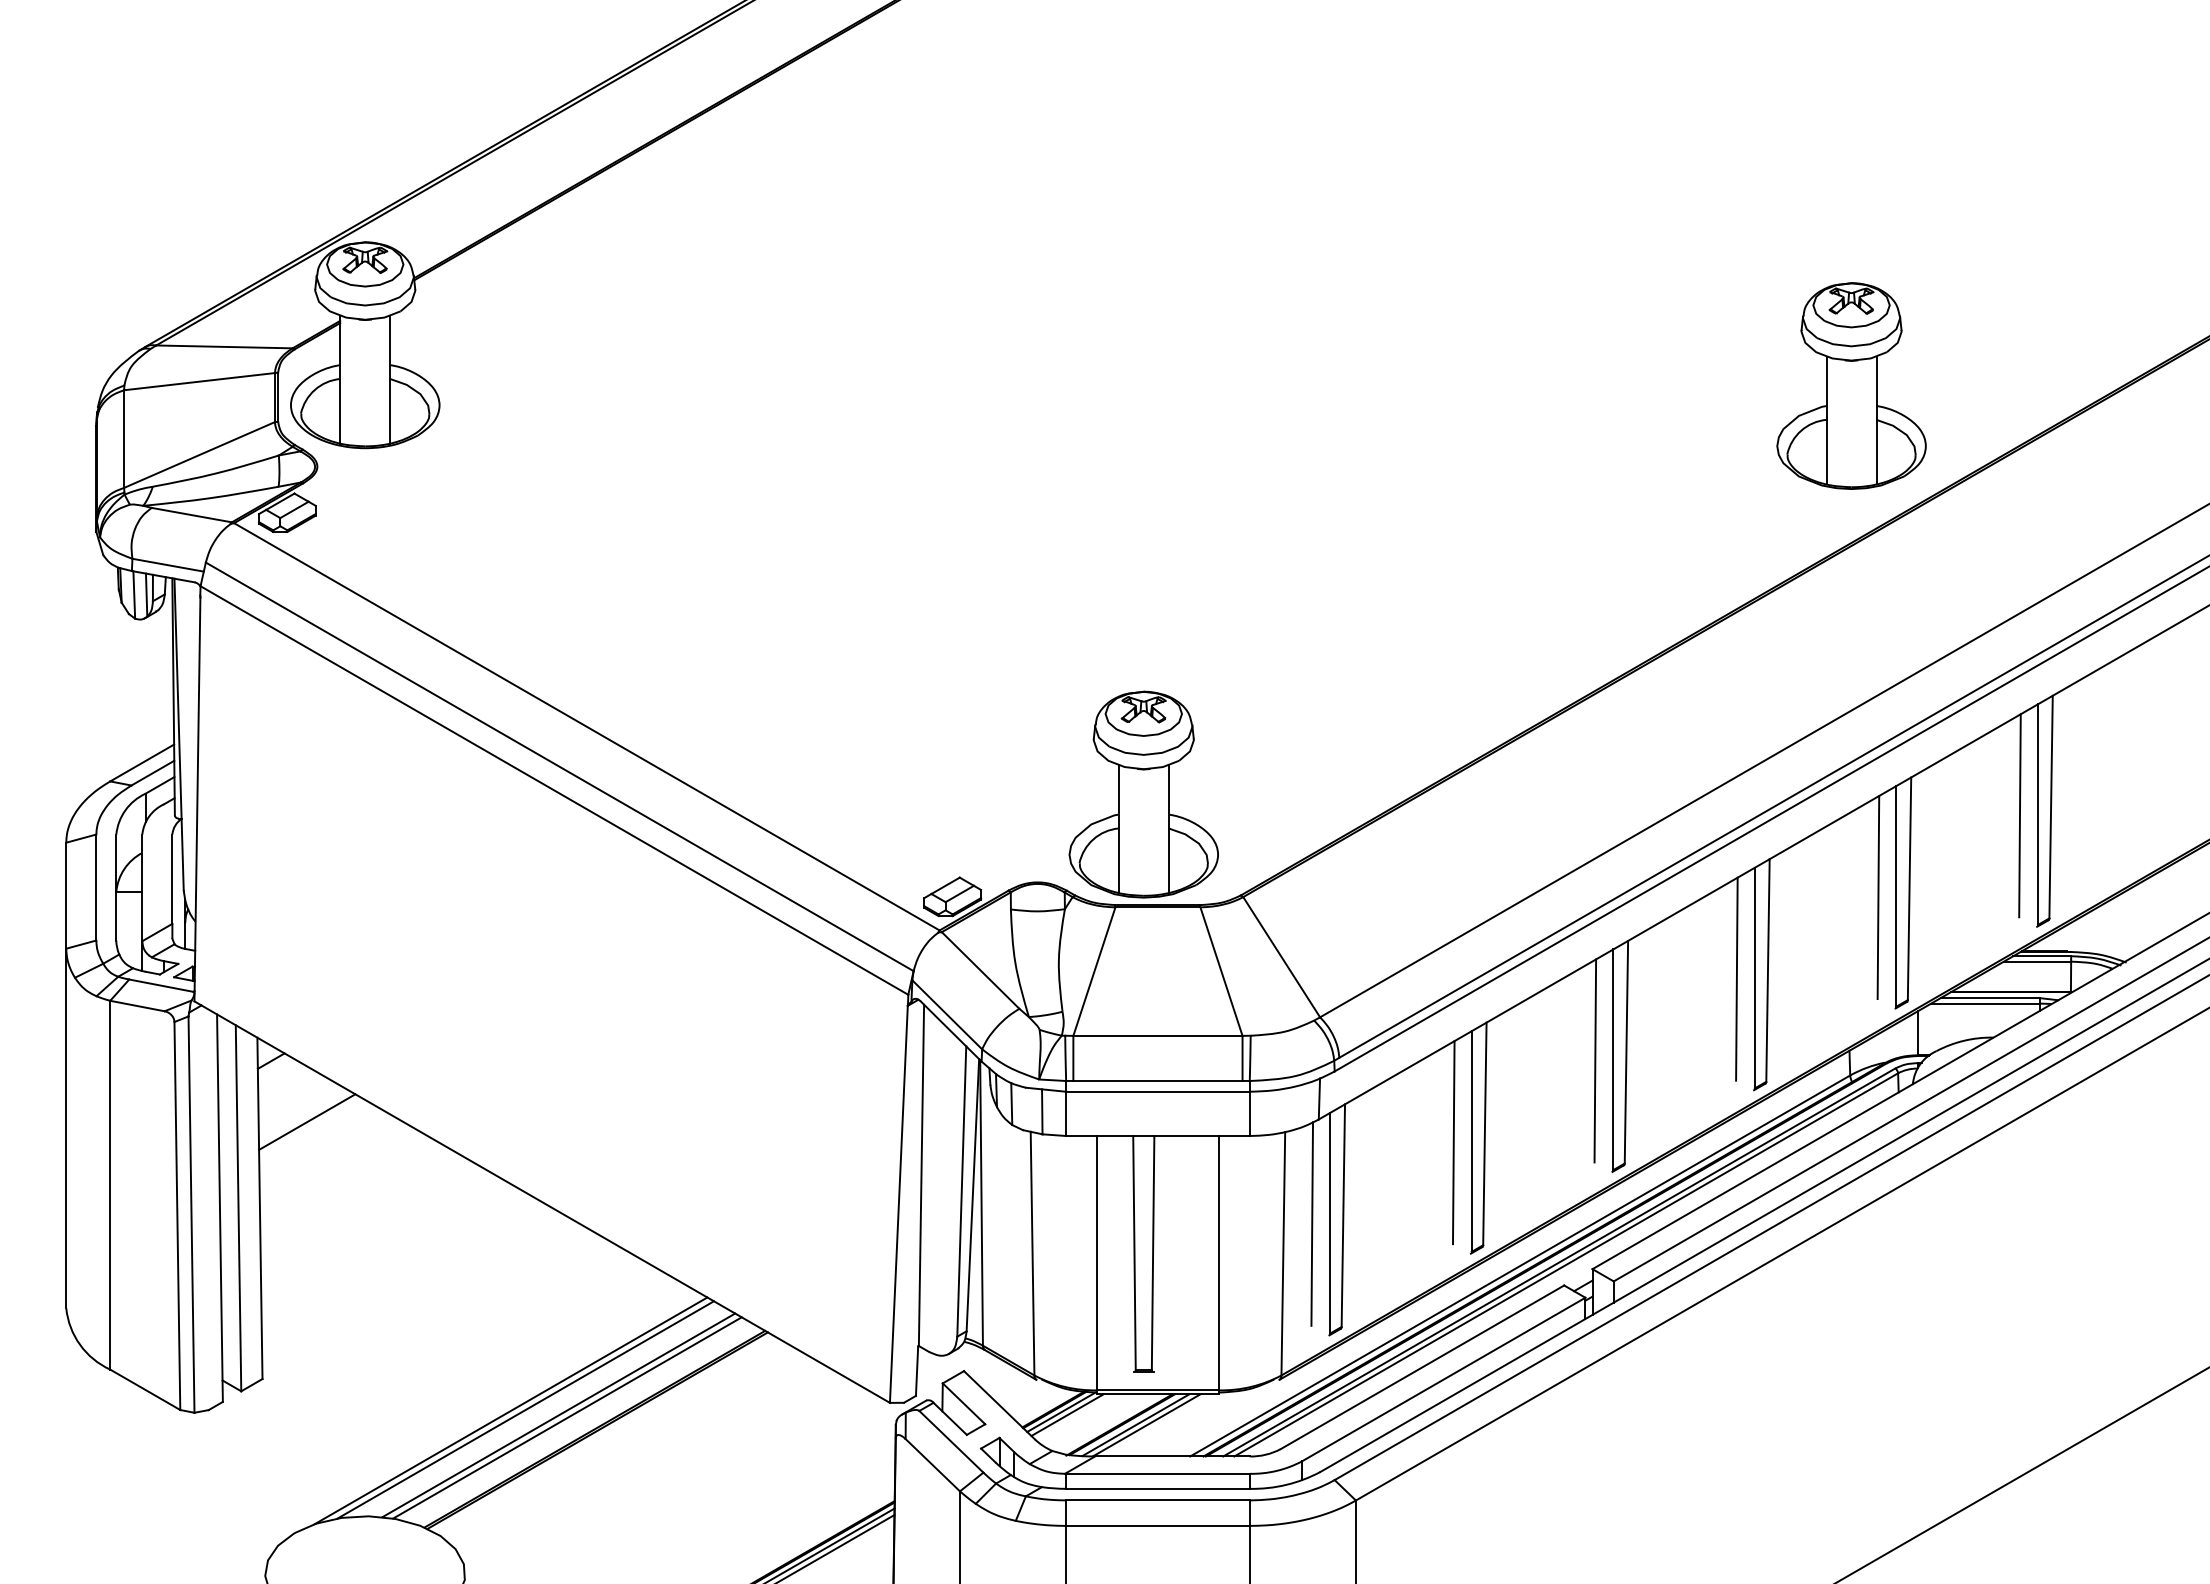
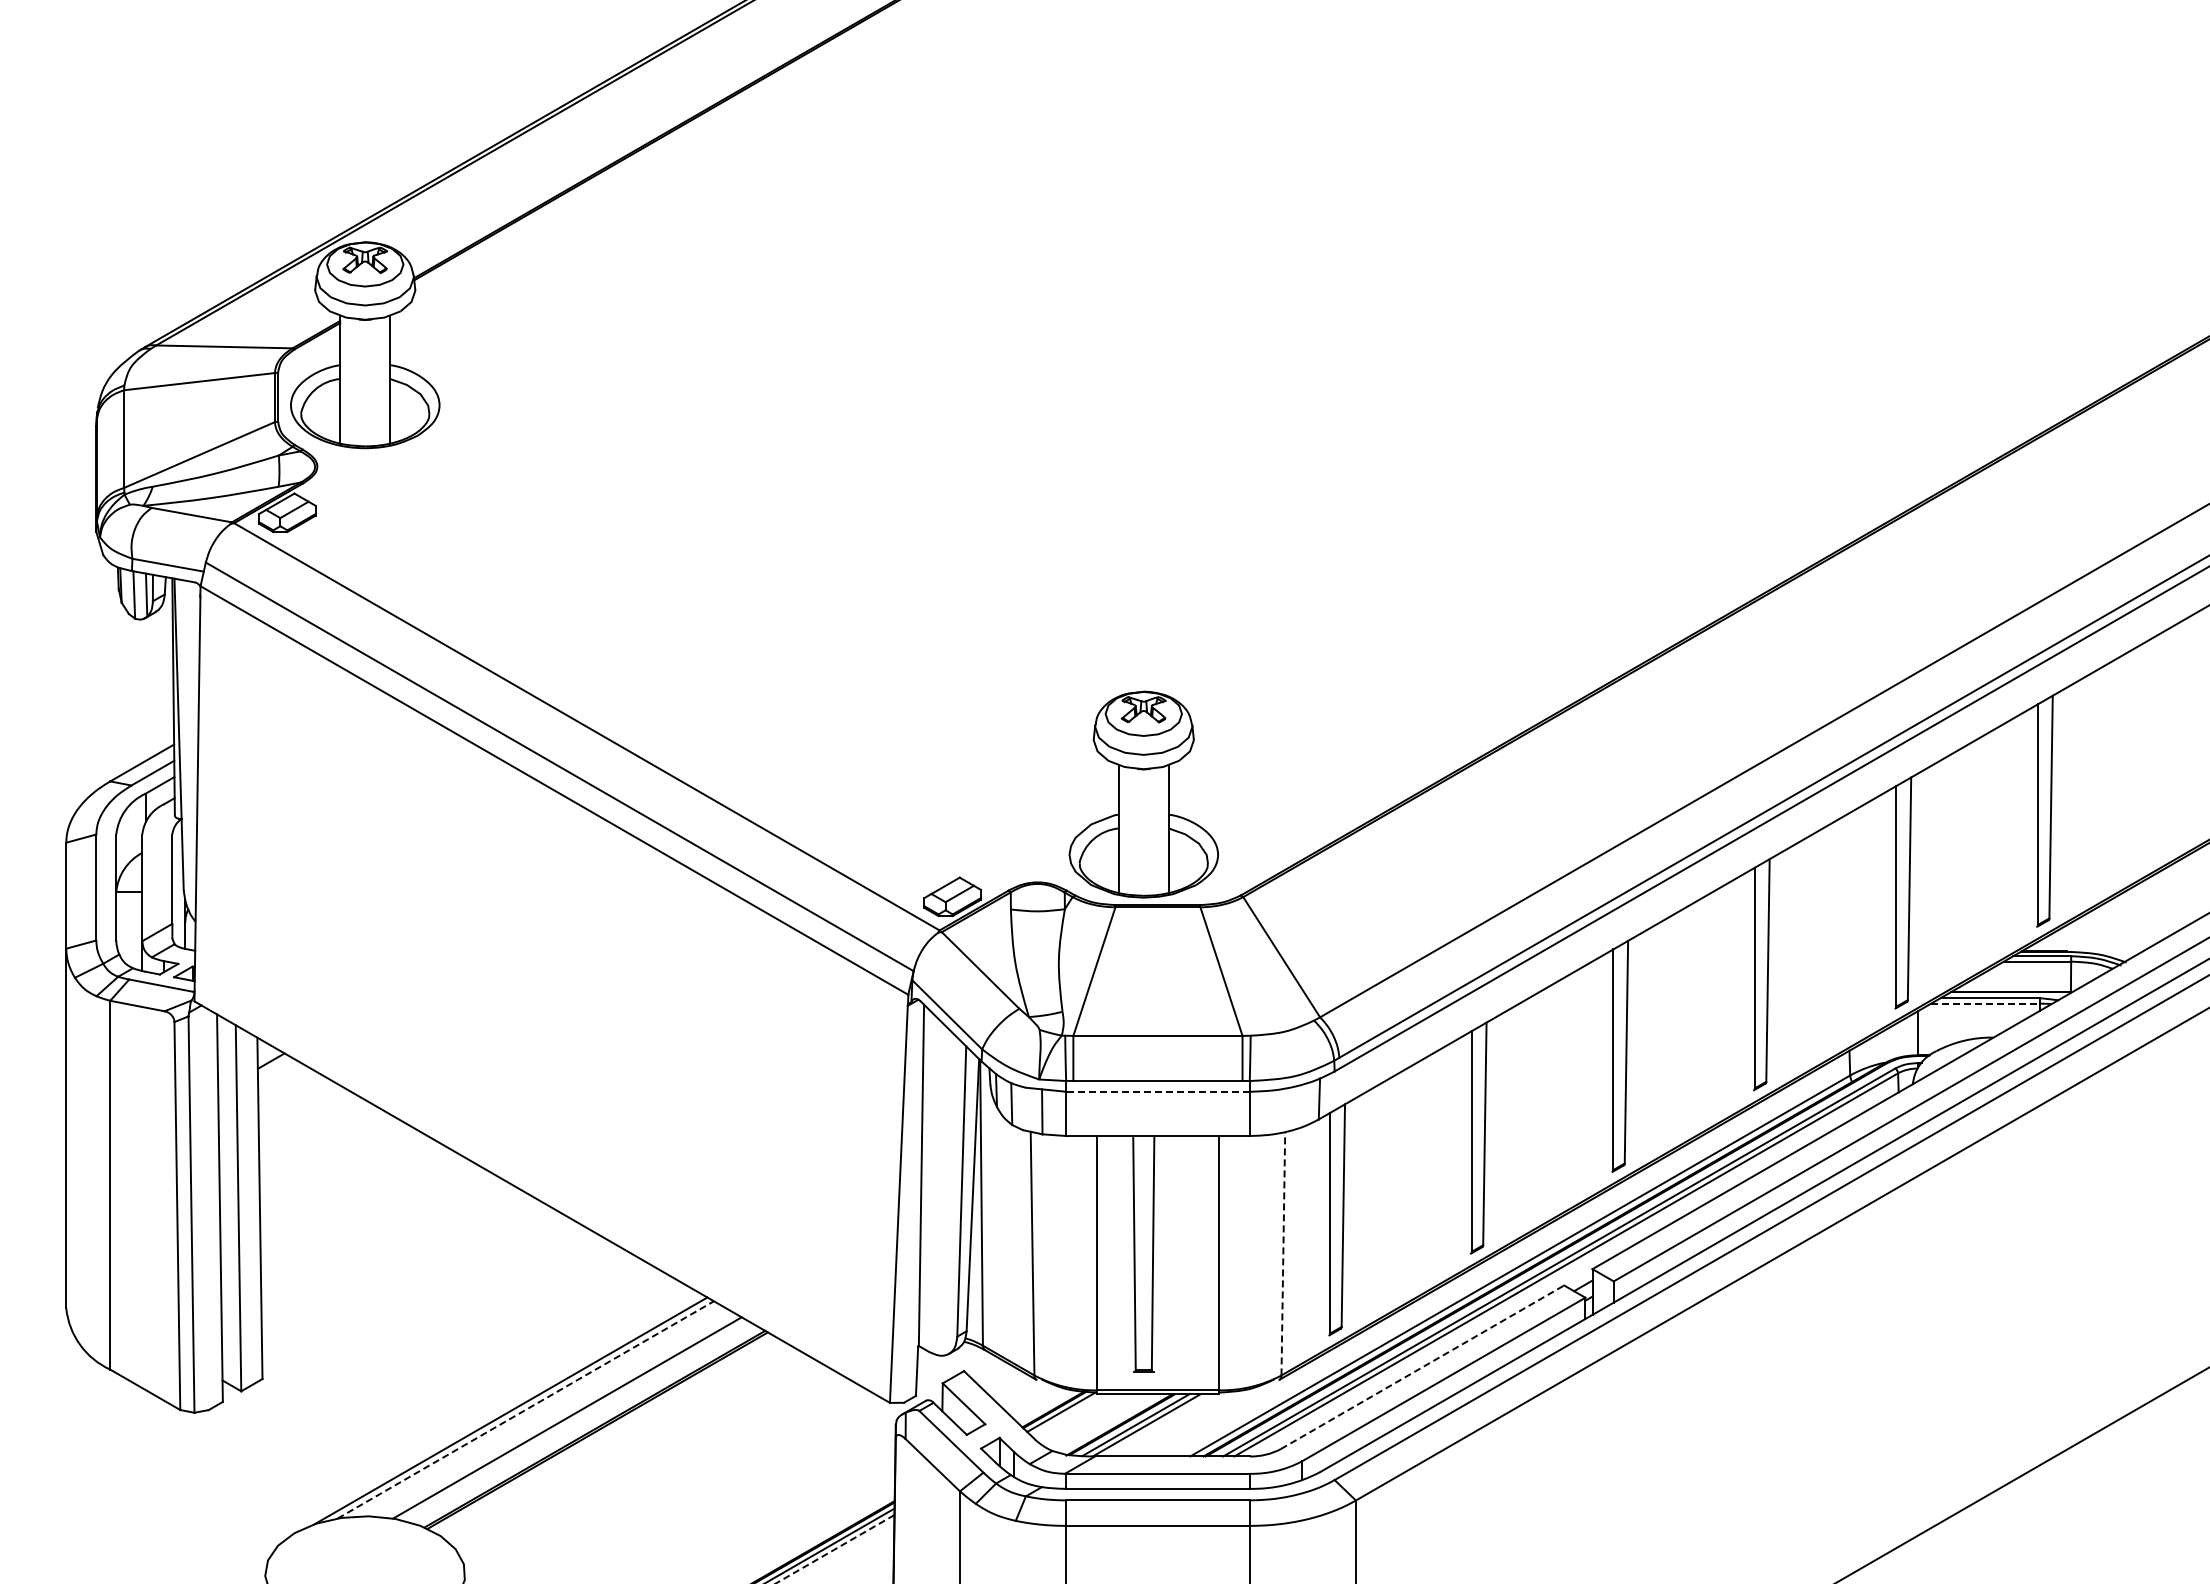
part at (1851, 385): present -> none
line at (2019, 815): present -> none
line at (1878, 897): present -> none
line at (1736, 978): present -> none
line at (1986, 1003): solid -> dashed
line at (1595, 1060): present -> none
line at (1157, 1091): solid -> dashed
line at (307, 1121): present -> none
line at (1453, 1142): present -> none
line at (1312, 1223): present -> none
line at (1283, 1253): solid -> dashed
line at (1422, 1367): solid -> dashed
line at (526, 1409): solid -> dashed
line at (1067, 1414): present -> none
line at (558, 1415): present -> none
line at (834, 1549): solid -> dashed
